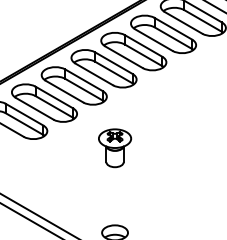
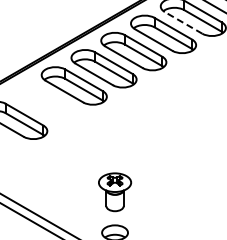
line at (183, 22): solid -> dashed
part at (44, 102): present -> none
part at (115, 148) position: (115, 148) -> (115, 192)
